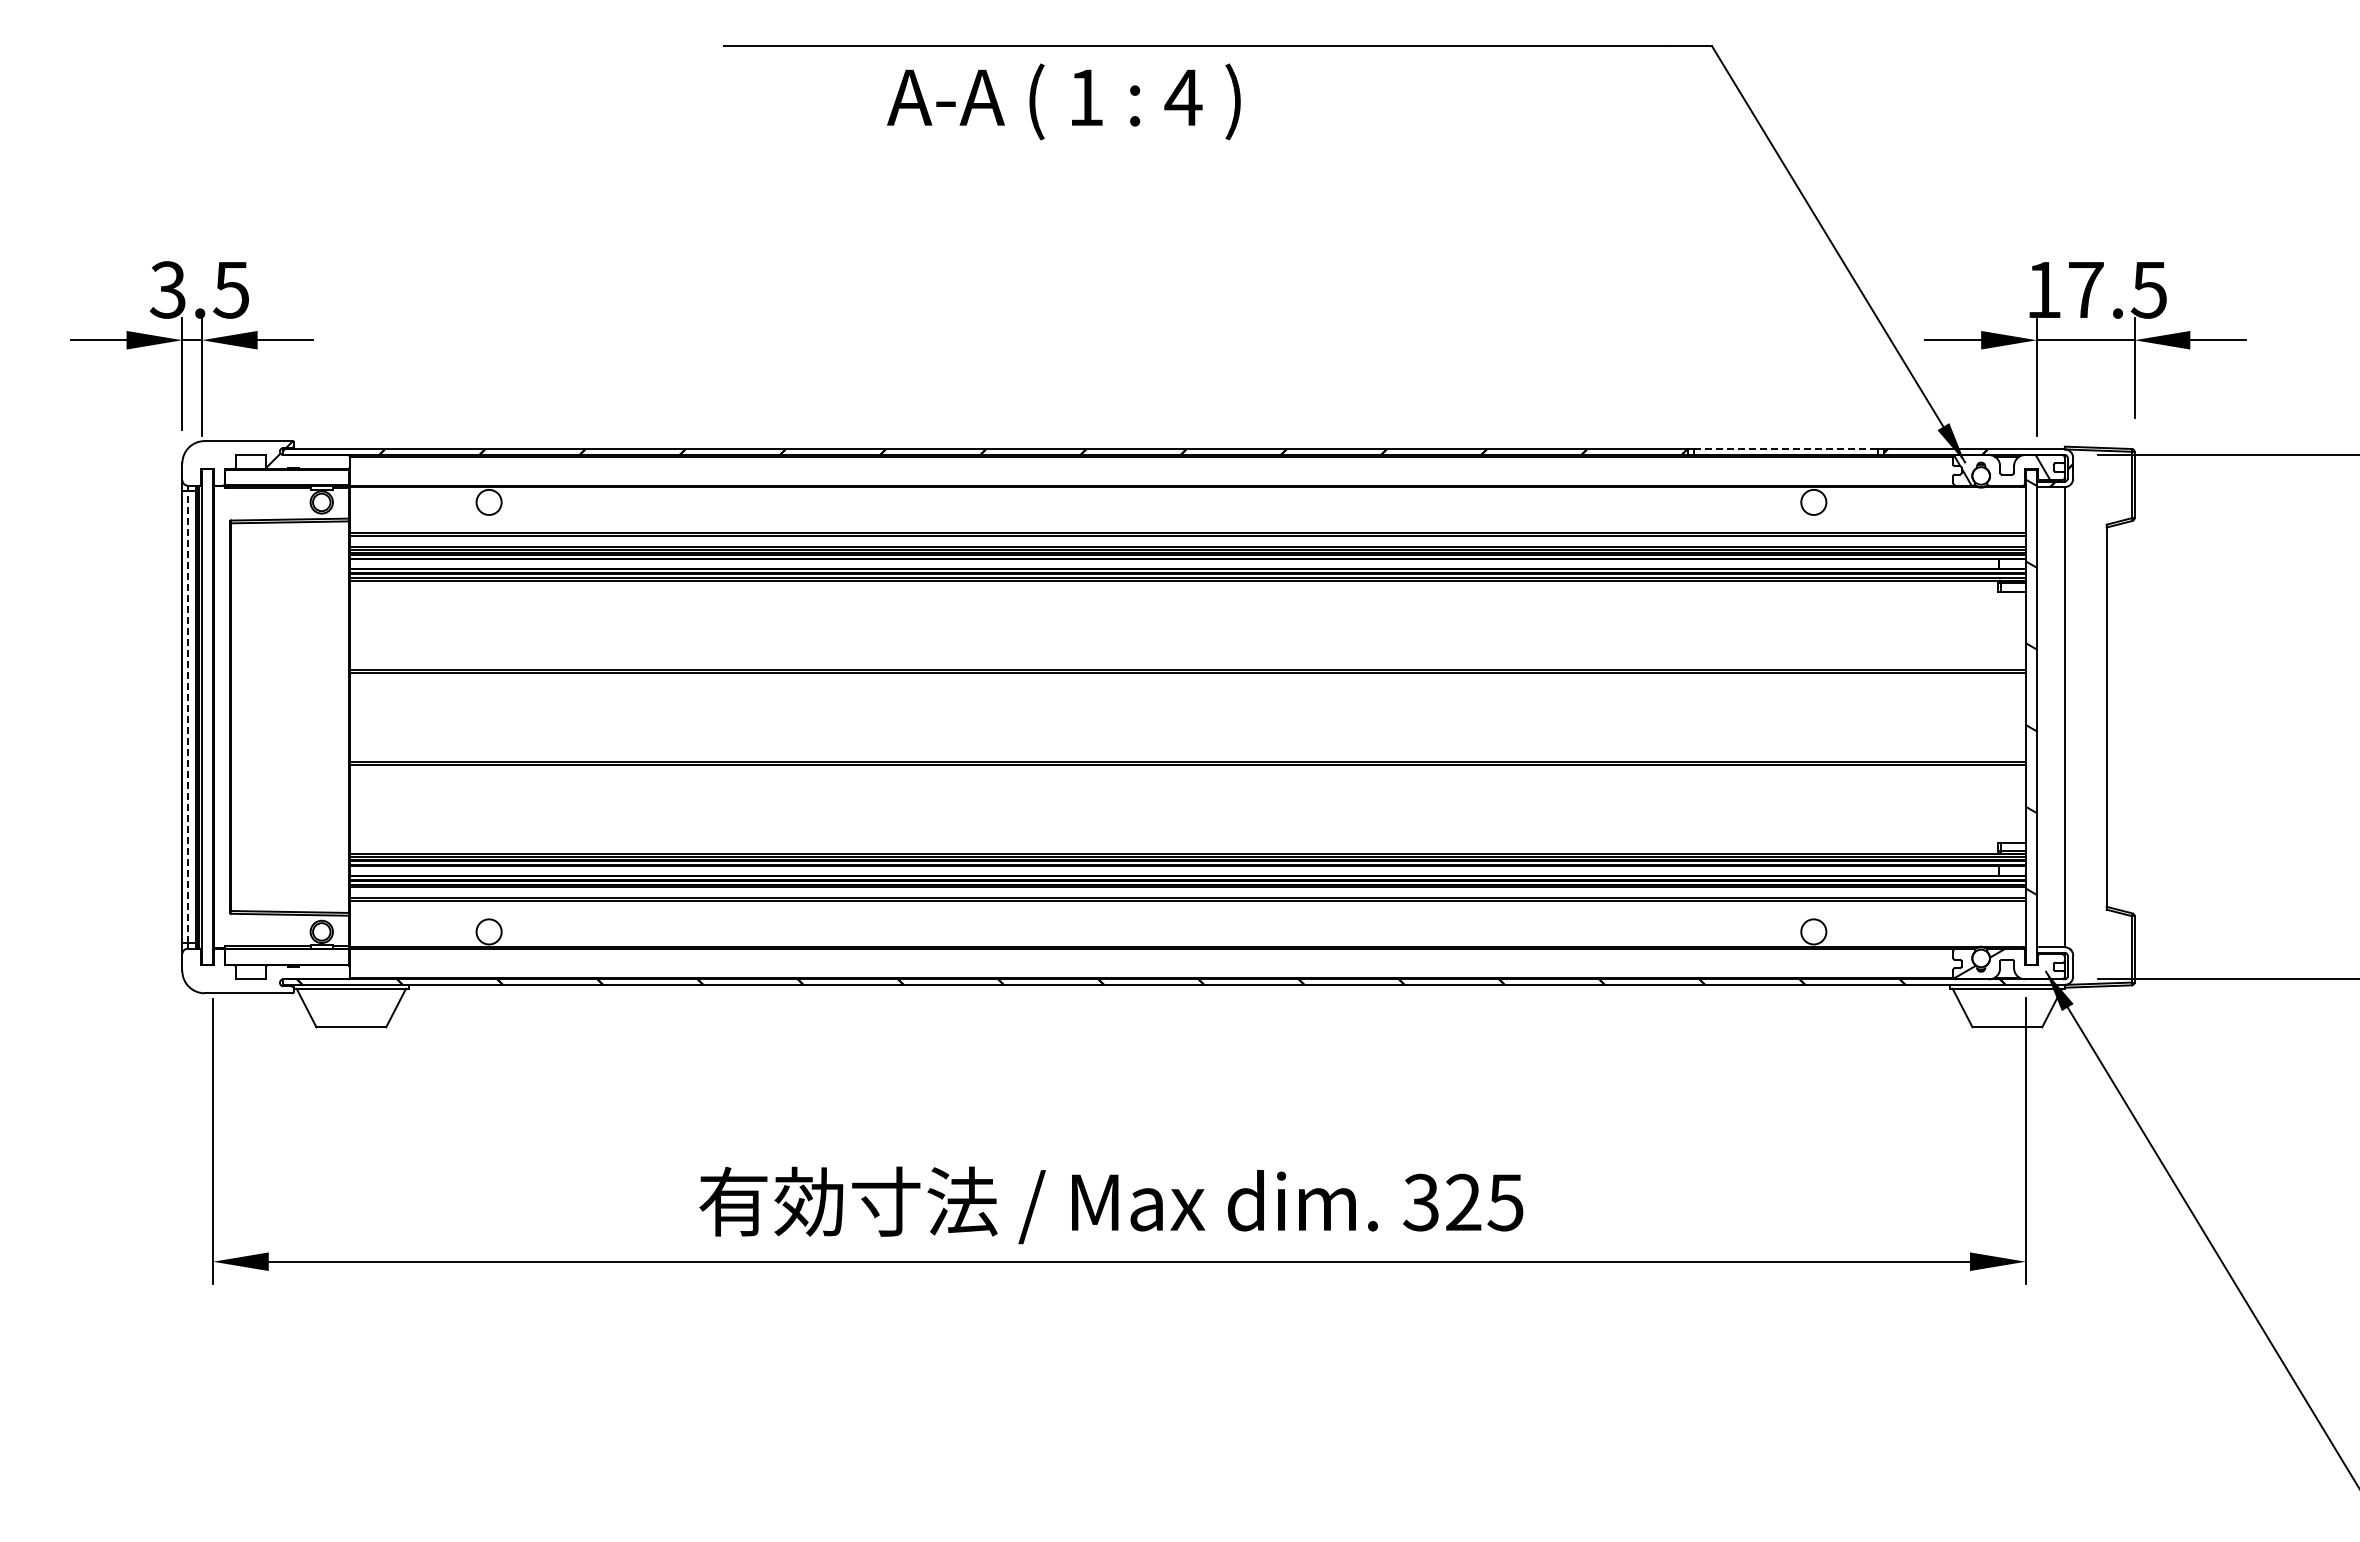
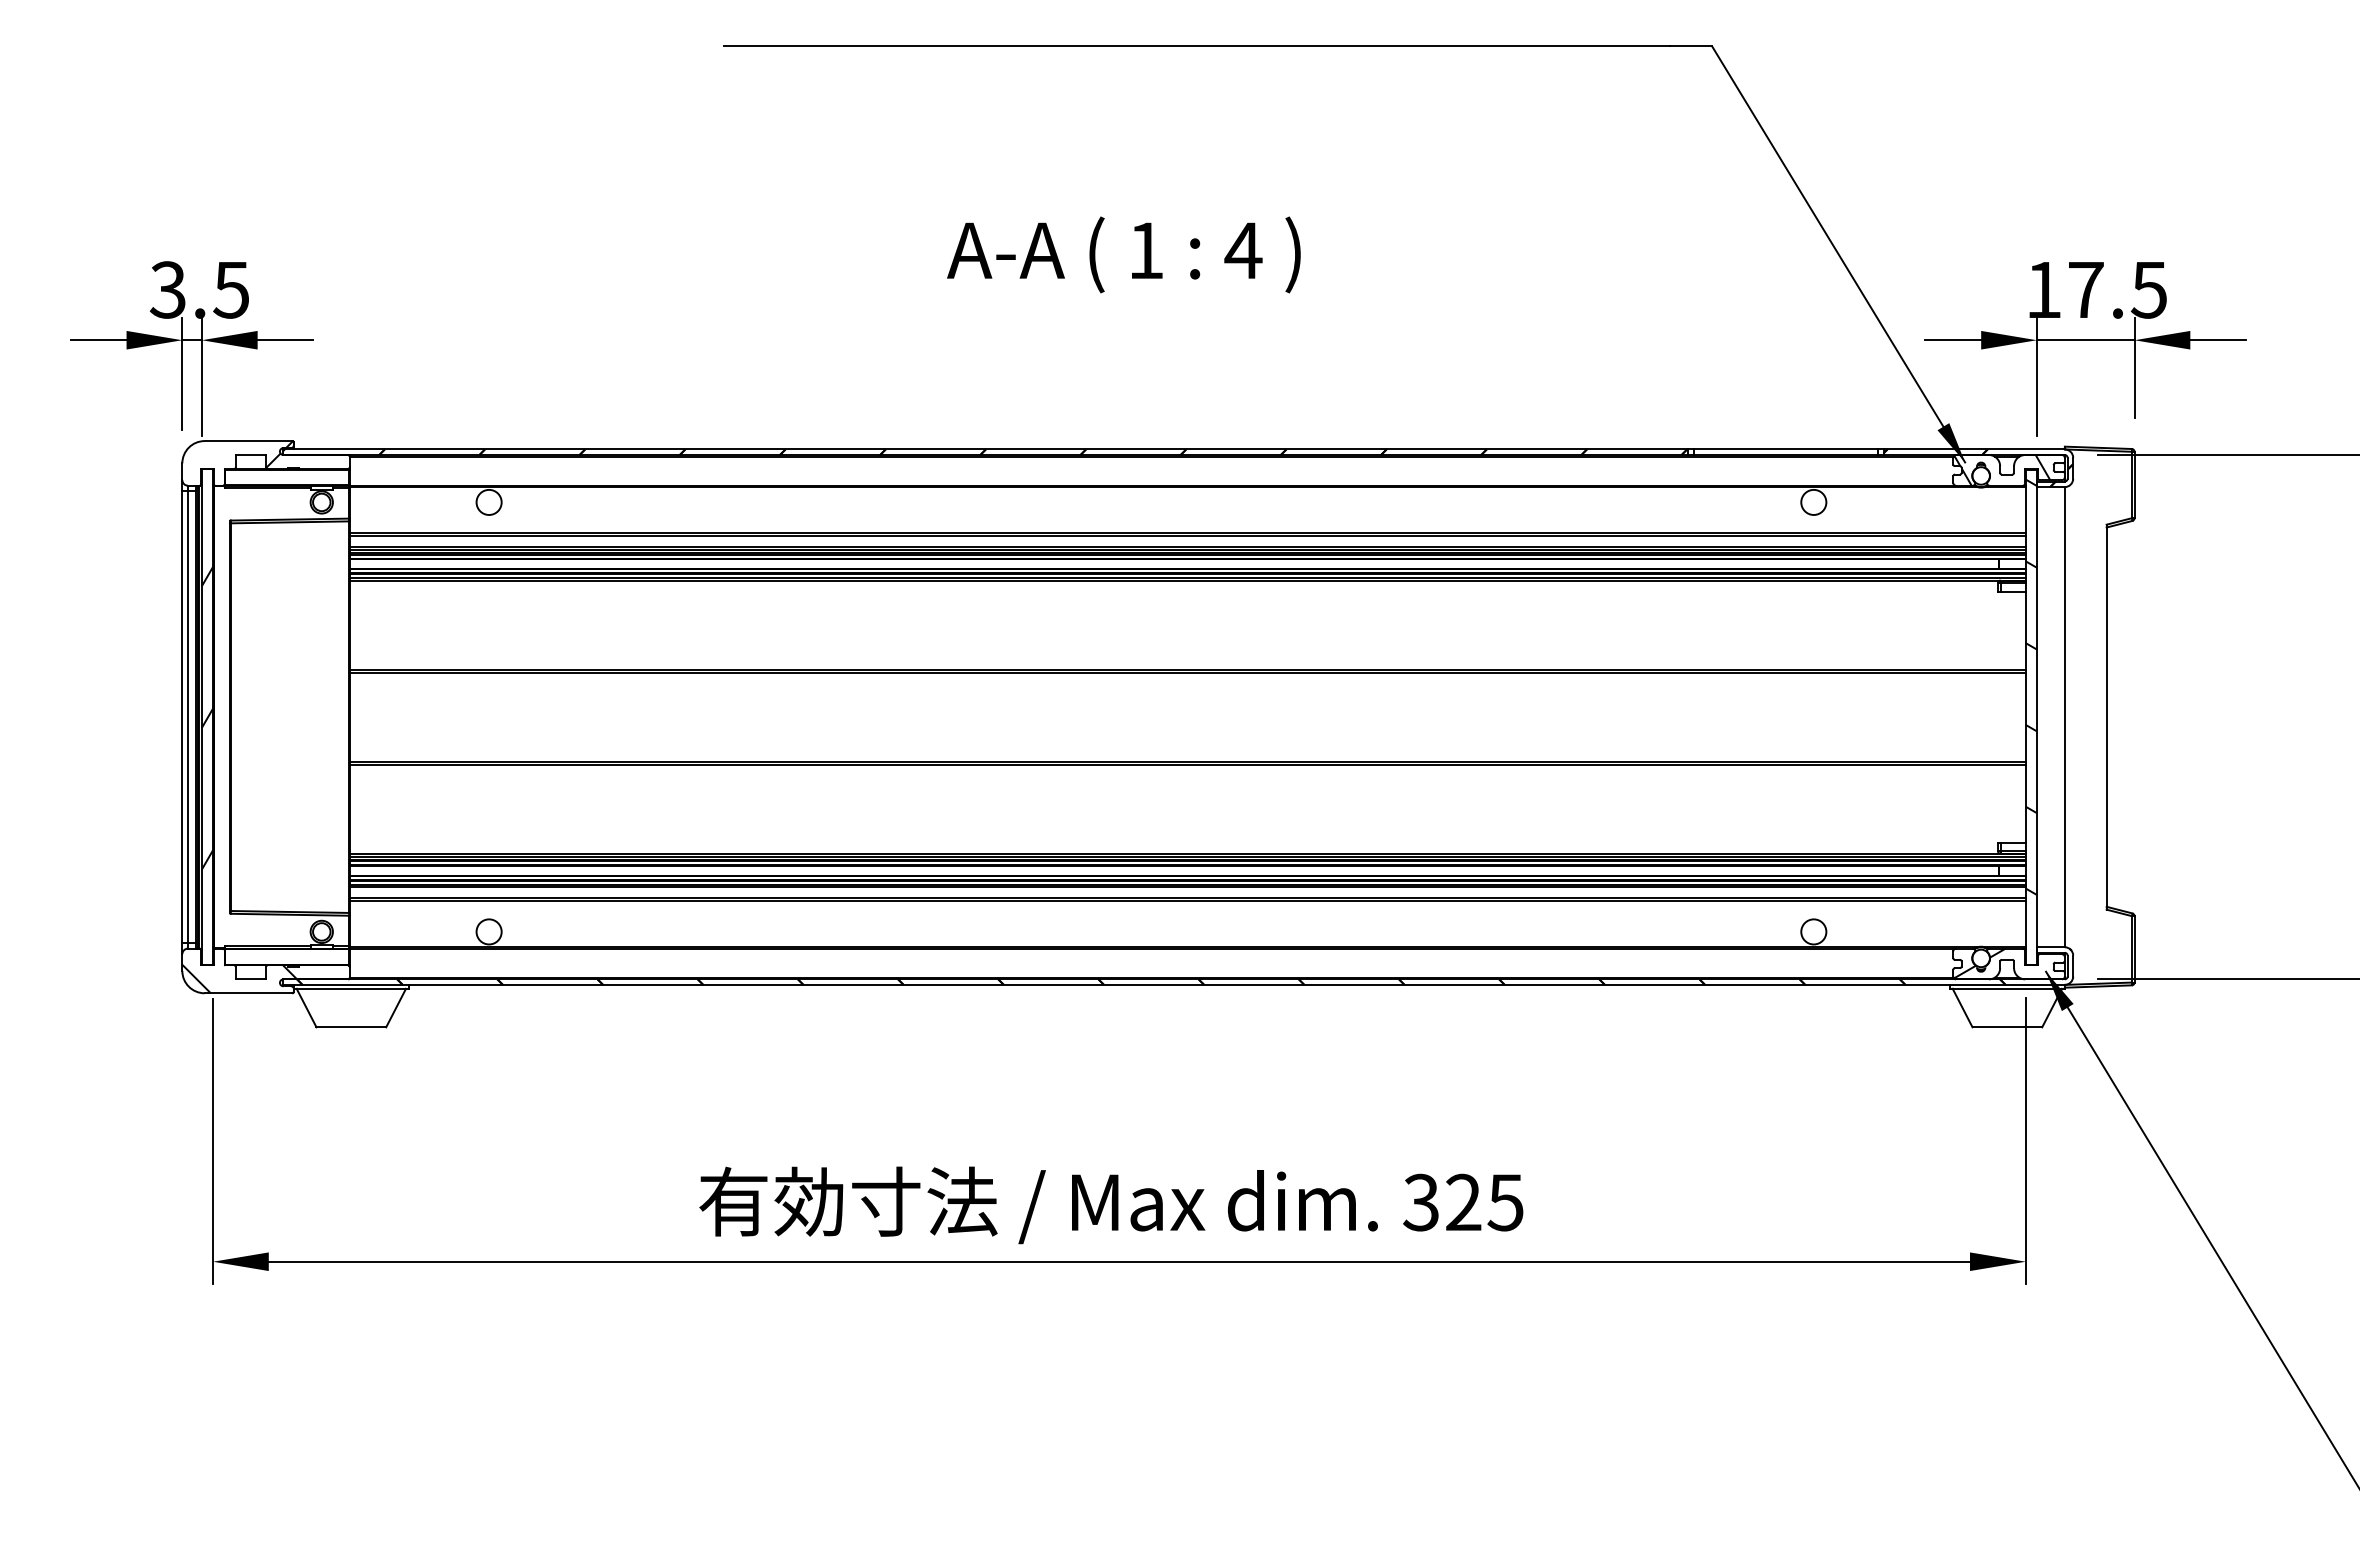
text at (1063, 101) position: (1063, 101) -> (1123, 254)
line at (1786, 449): dashed -> solid
line at (187, 717): dashed -> solid
hatch at (207, 717): none -> present
hatch at (239, 978): none -> present
